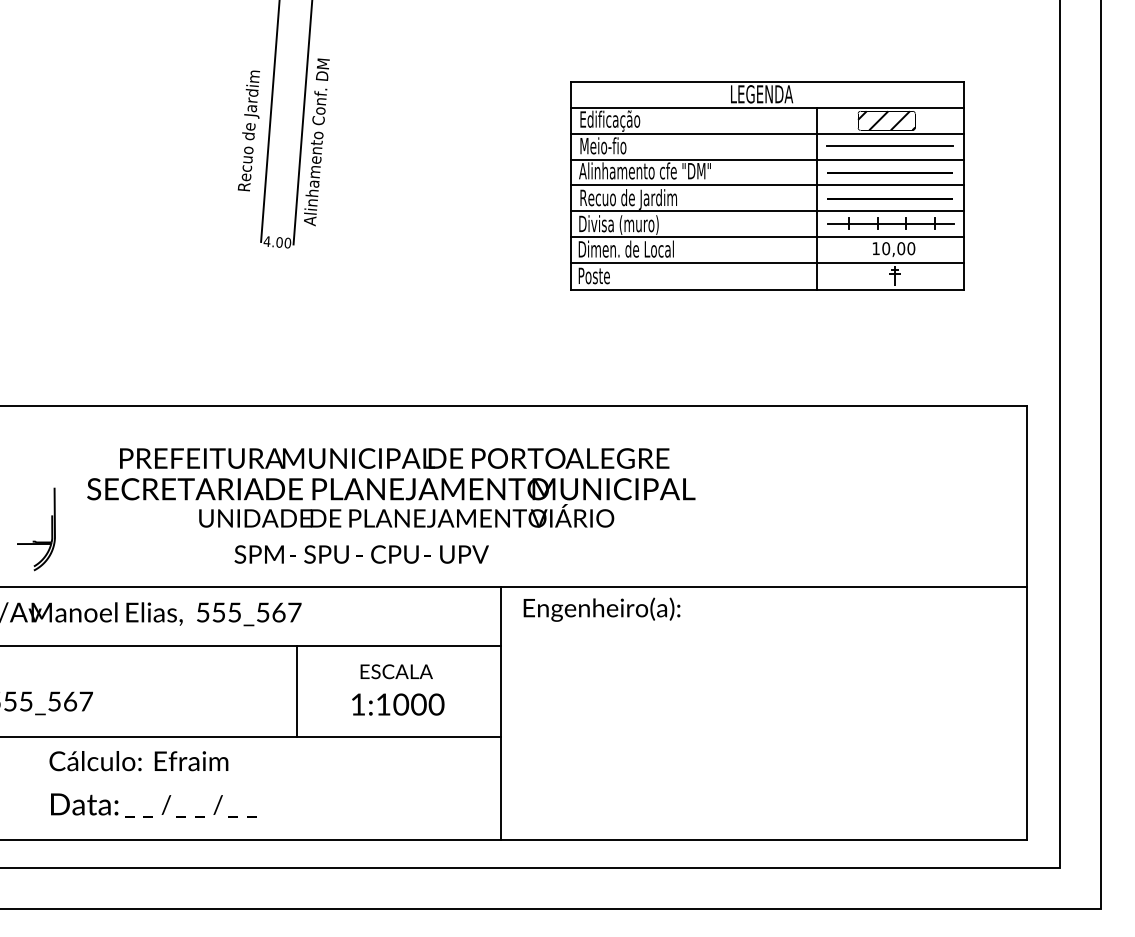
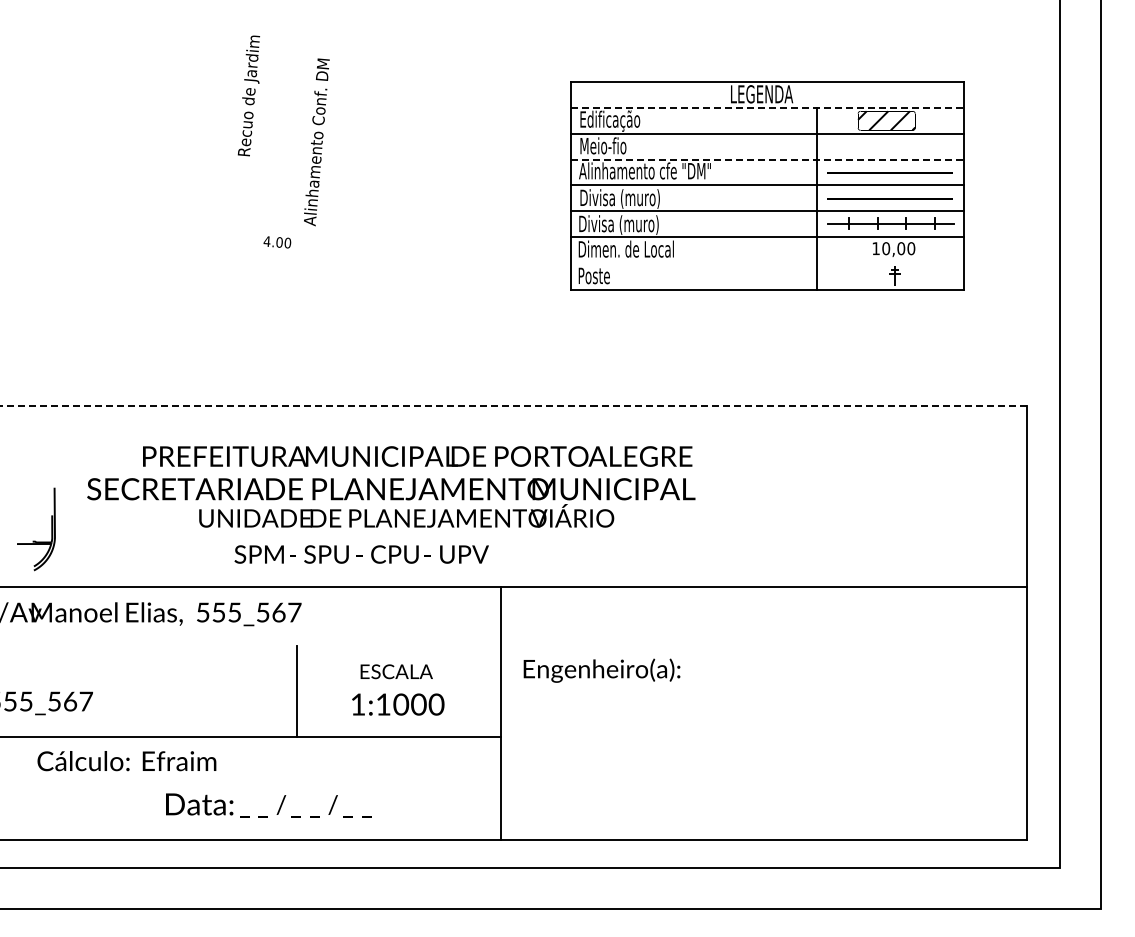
line at (767, 107): solid -> dashed
line at (270, 121): present -> none
line at (302, 123): present -> none
text at (248, 130) position: (248, 130) -> (248, 95)
line at (890, 146): present -> none
line at (767, 159): solid -> dashed
text at (628, 199): Recuo de Jardim -> Divisa (muro)
line at (766, 263): present -> none
line at (514, 406): solid -> dashed
text at (394, 458) position: (394, 458) -> (417, 456)
text at (601, 609) position: (601, 609) -> (601, 670)
line at (251, 646): present -> none
text at (138, 761) position: (138, 761) -> (126, 761)
text at (153, 805) position: (153, 805) -> (268, 805)
